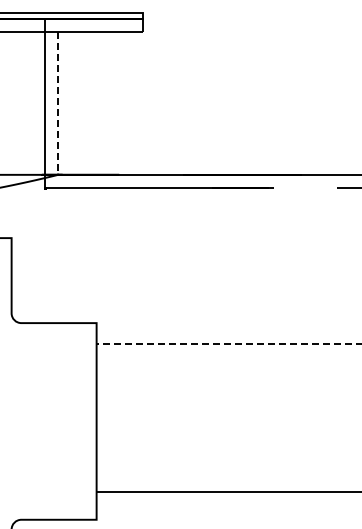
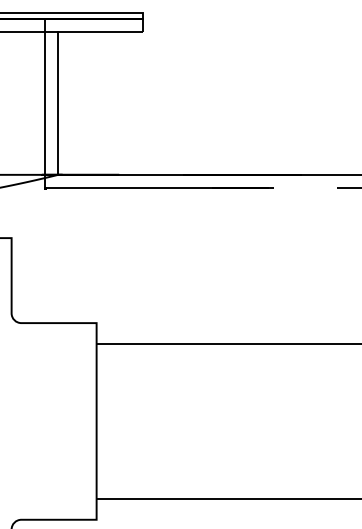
line at (58, 103): dashed -> solid
line at (228, 343): dashed -> solid
line at (227, 492) position: (227, 492) -> (227, 499)
